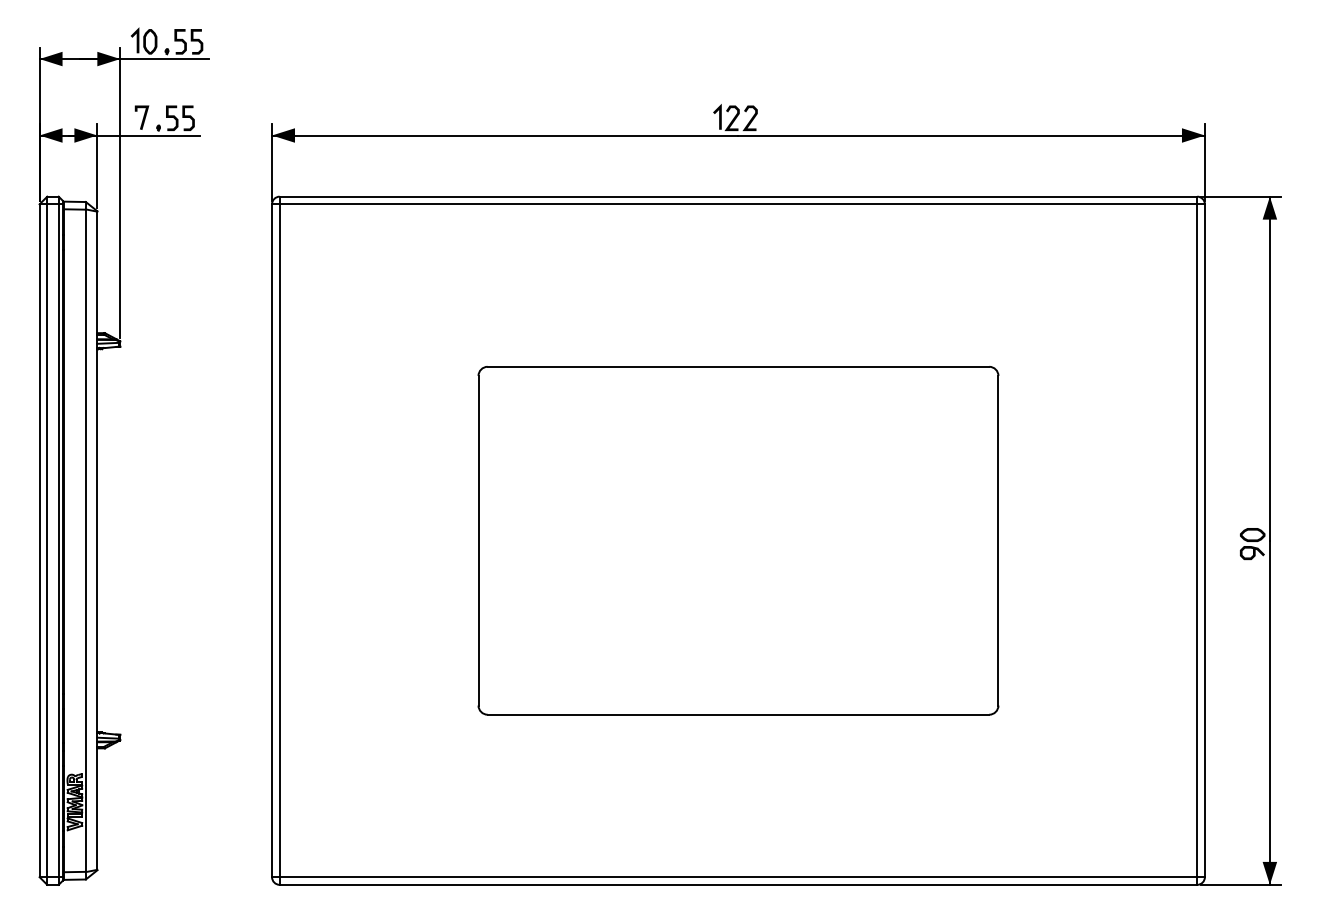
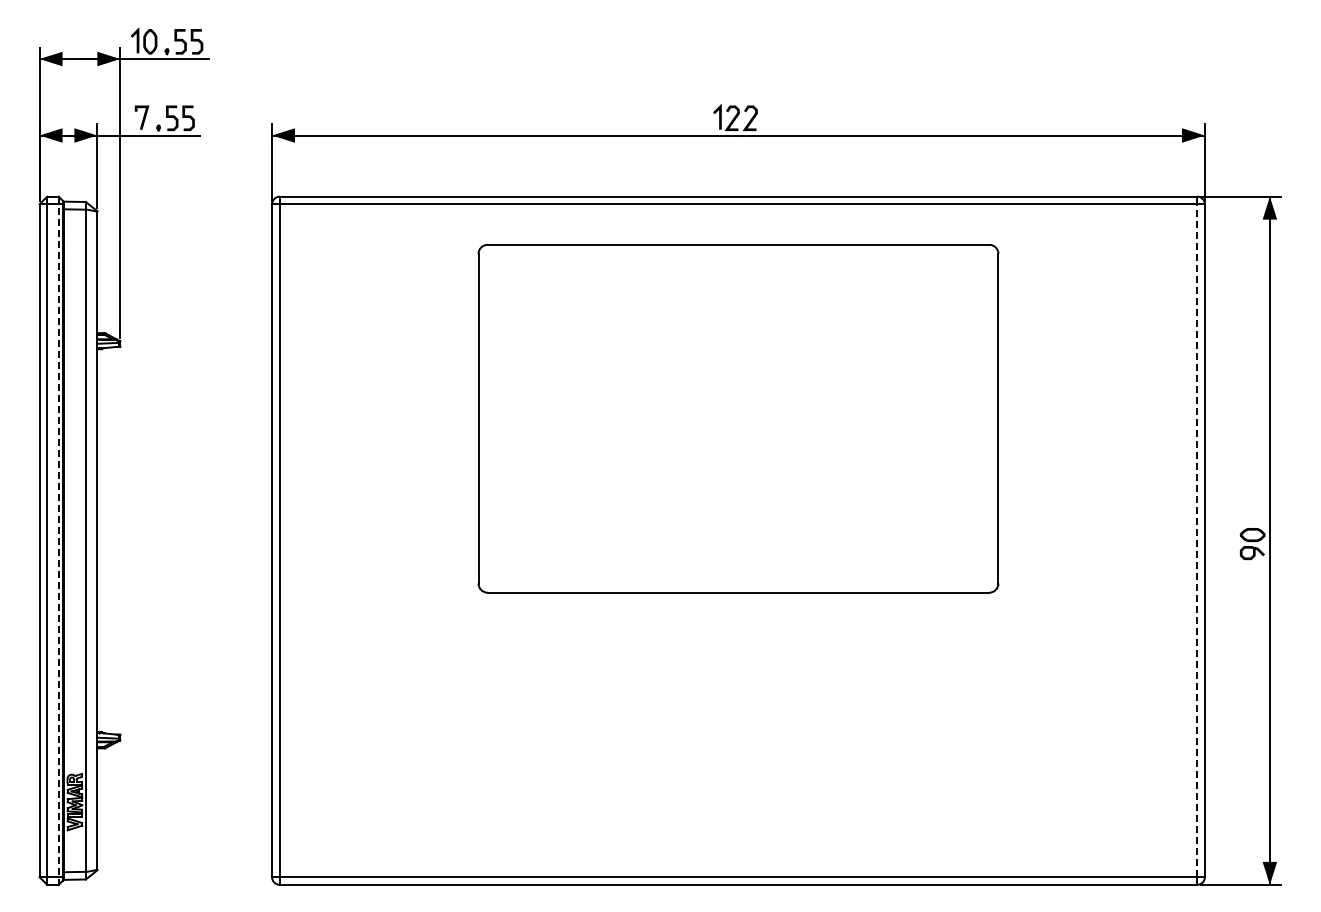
part at (738, 540) position: (738, 540) -> (738, 418)
line at (1197, 540): solid -> dashed
line at (58, 541): solid -> dashed
